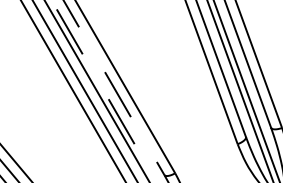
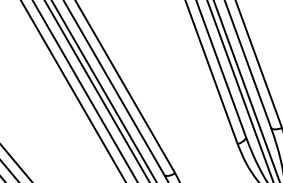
line at (114, 87): dashed -> solid
line at (104, 91): dashed -> solid
